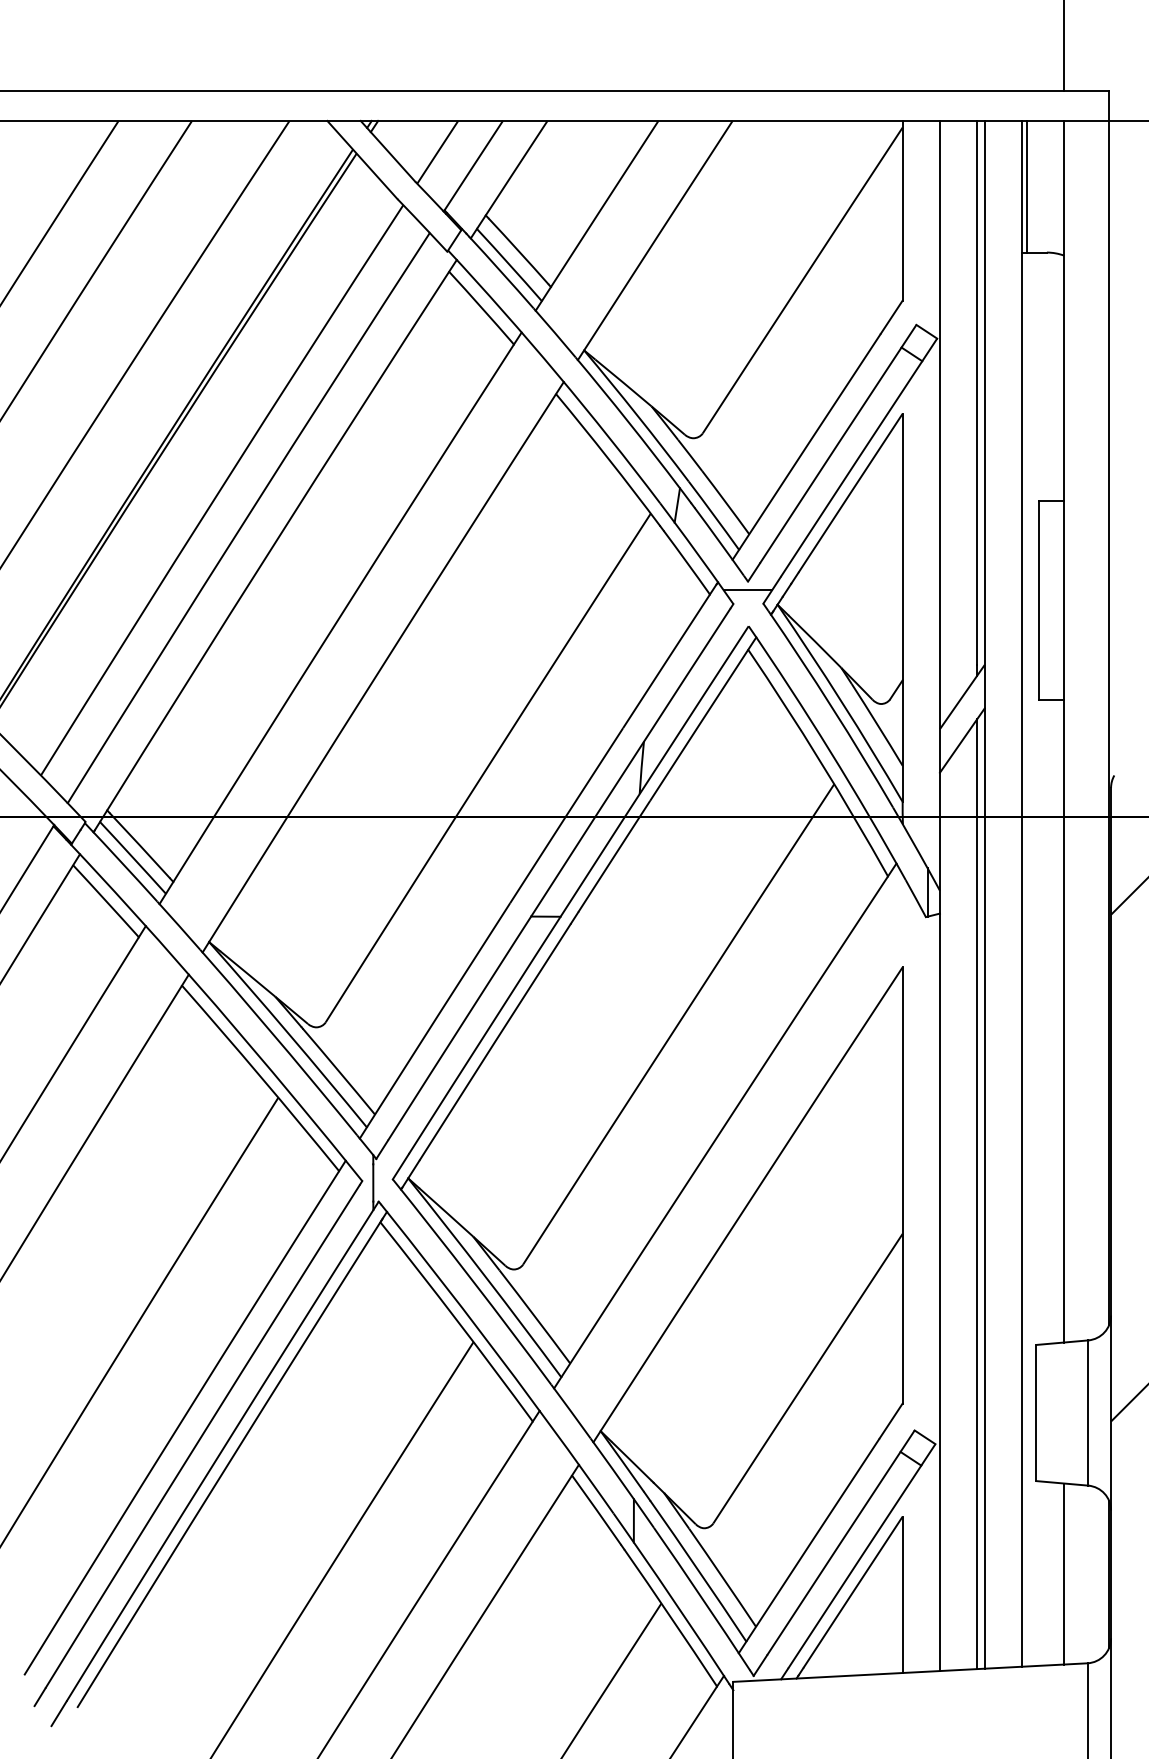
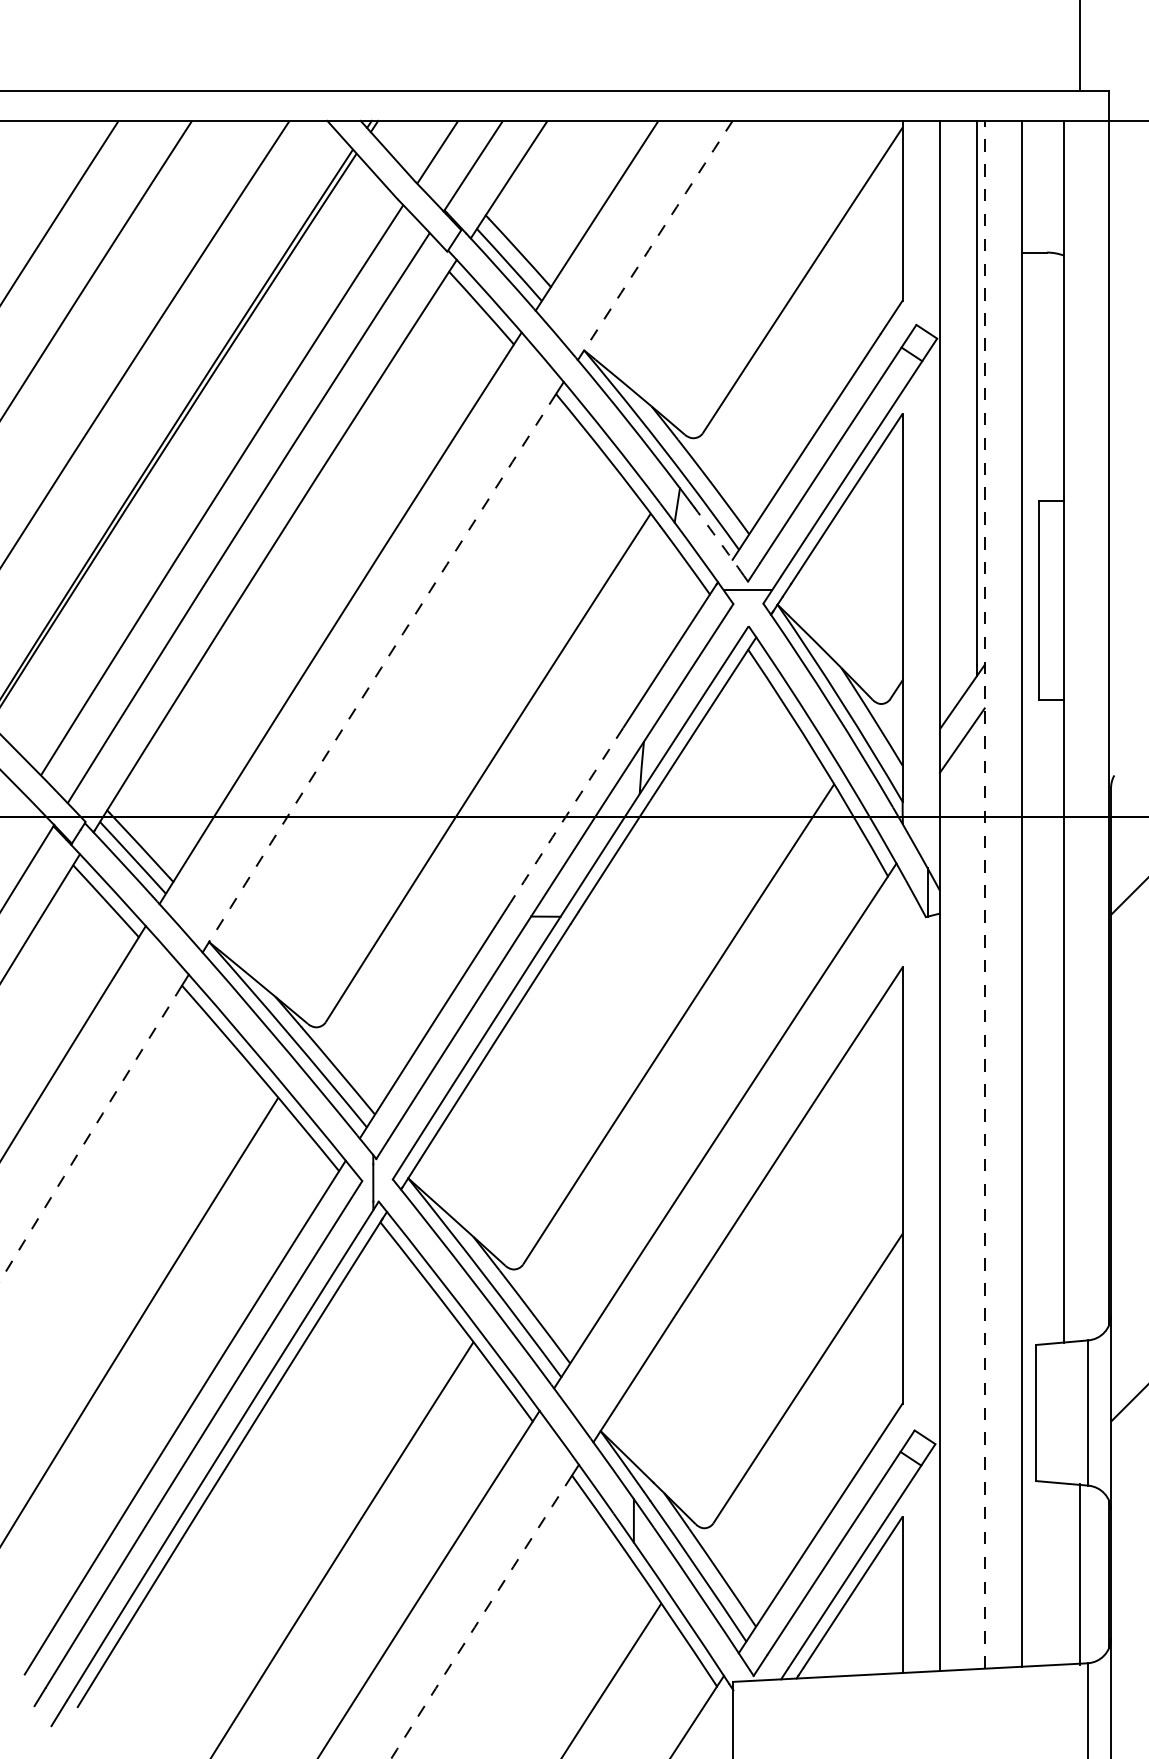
line at (1064, 46) position: (1064, 46) -> (1080, 46)
line at (1027, 186): present -> none
arc at (658, 235): solid -> dashed
arc at (719, 541): solid -> dashed
arc at (381, 667): solid -> dashed
arc at (566, 815): solid -> dashed
line at (984, 894): solid -> dashed
arc at (90, 1133): solid -> dashed
line at (977, 1194): present -> none
line at (1064, 1573) position: (1064, 1573) -> (1080, 1573)
arc at (481, 1617): solid -> dashed
